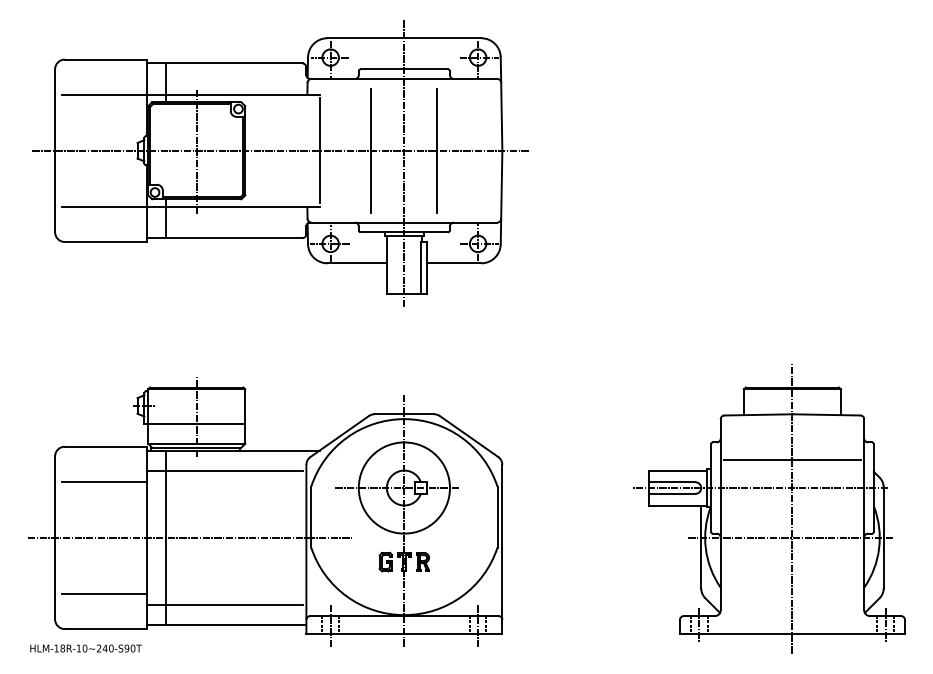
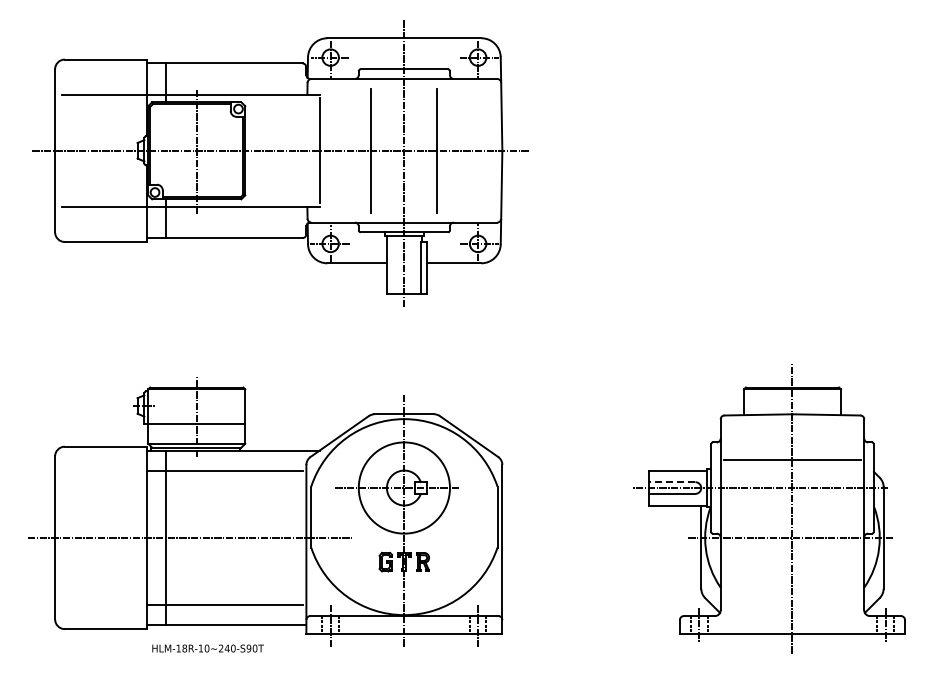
line at (104, 481): present -> none
line at (671, 482): solid -> dashed
line at (104, 594): present -> none
text at (85, 648) position: (85, 648) -> (207, 648)
